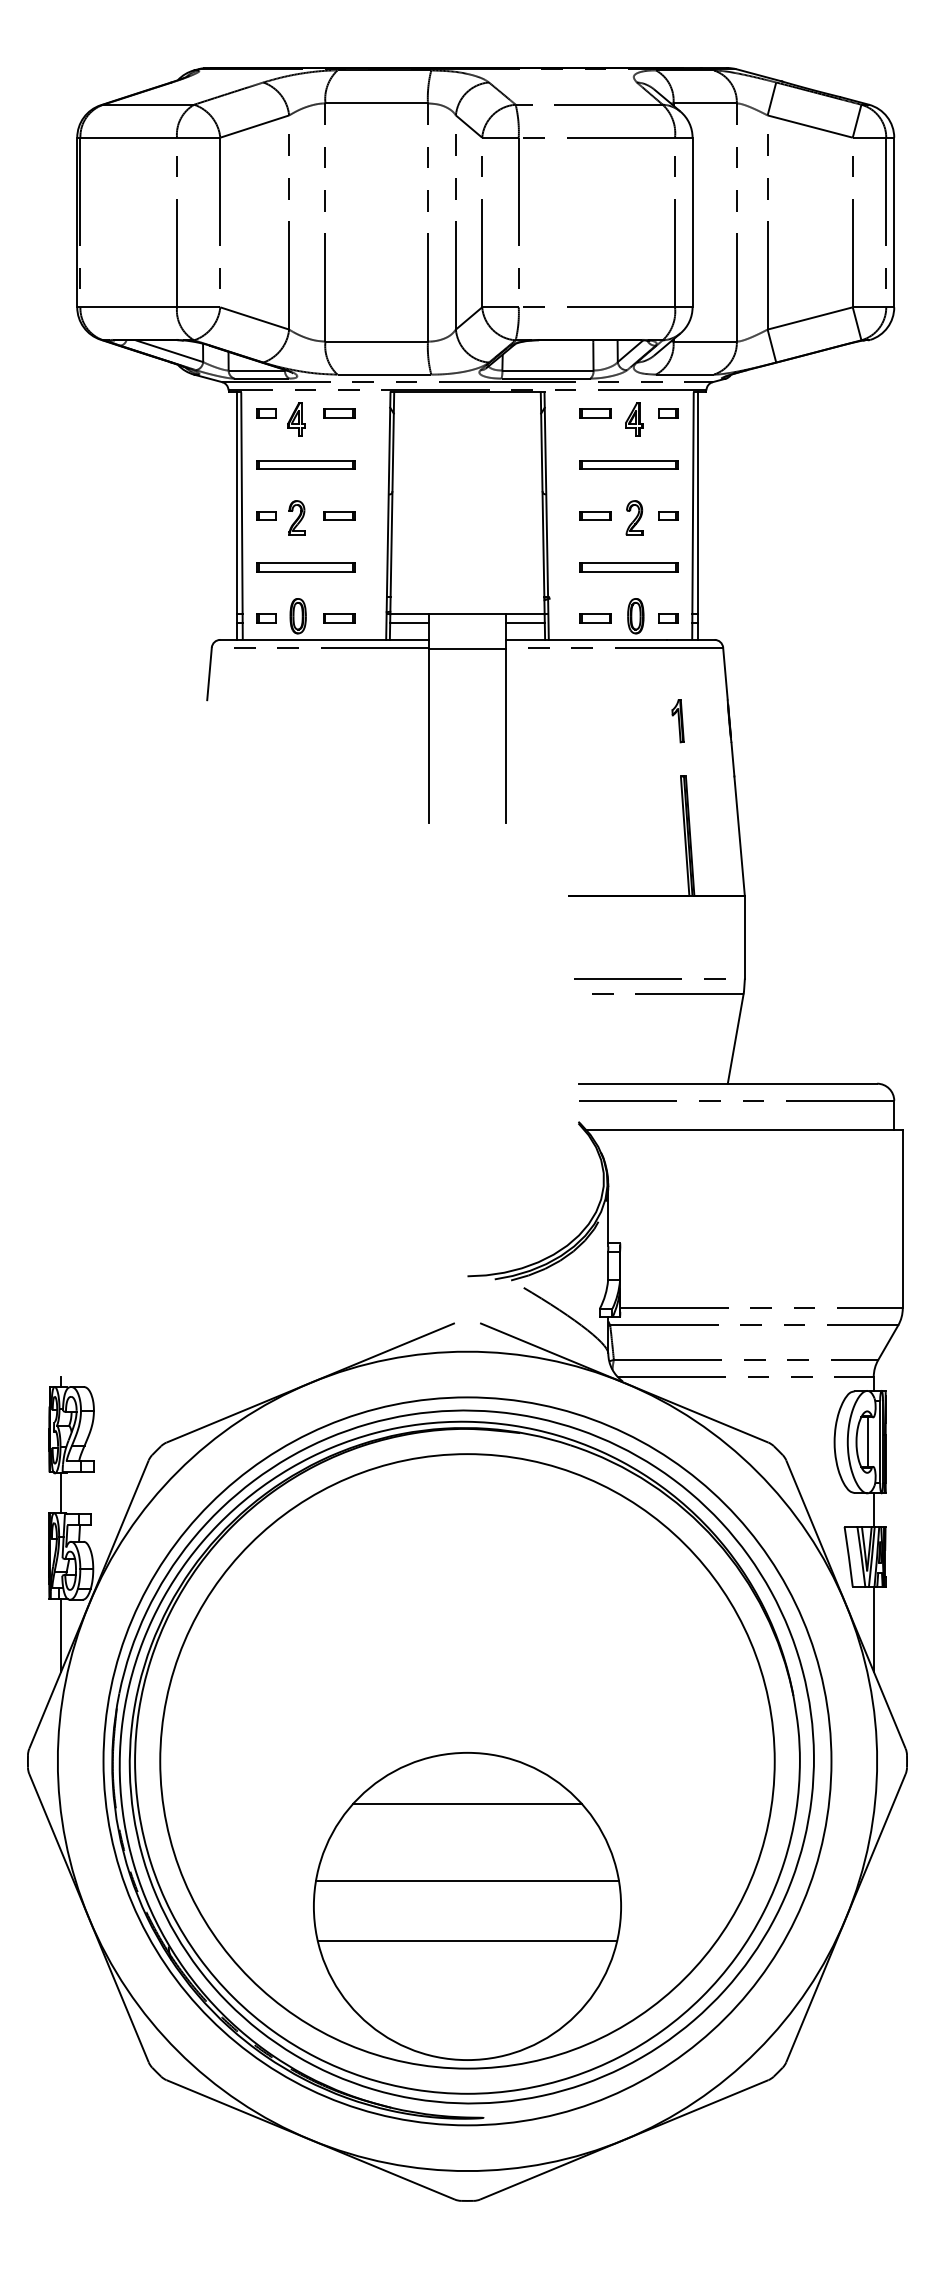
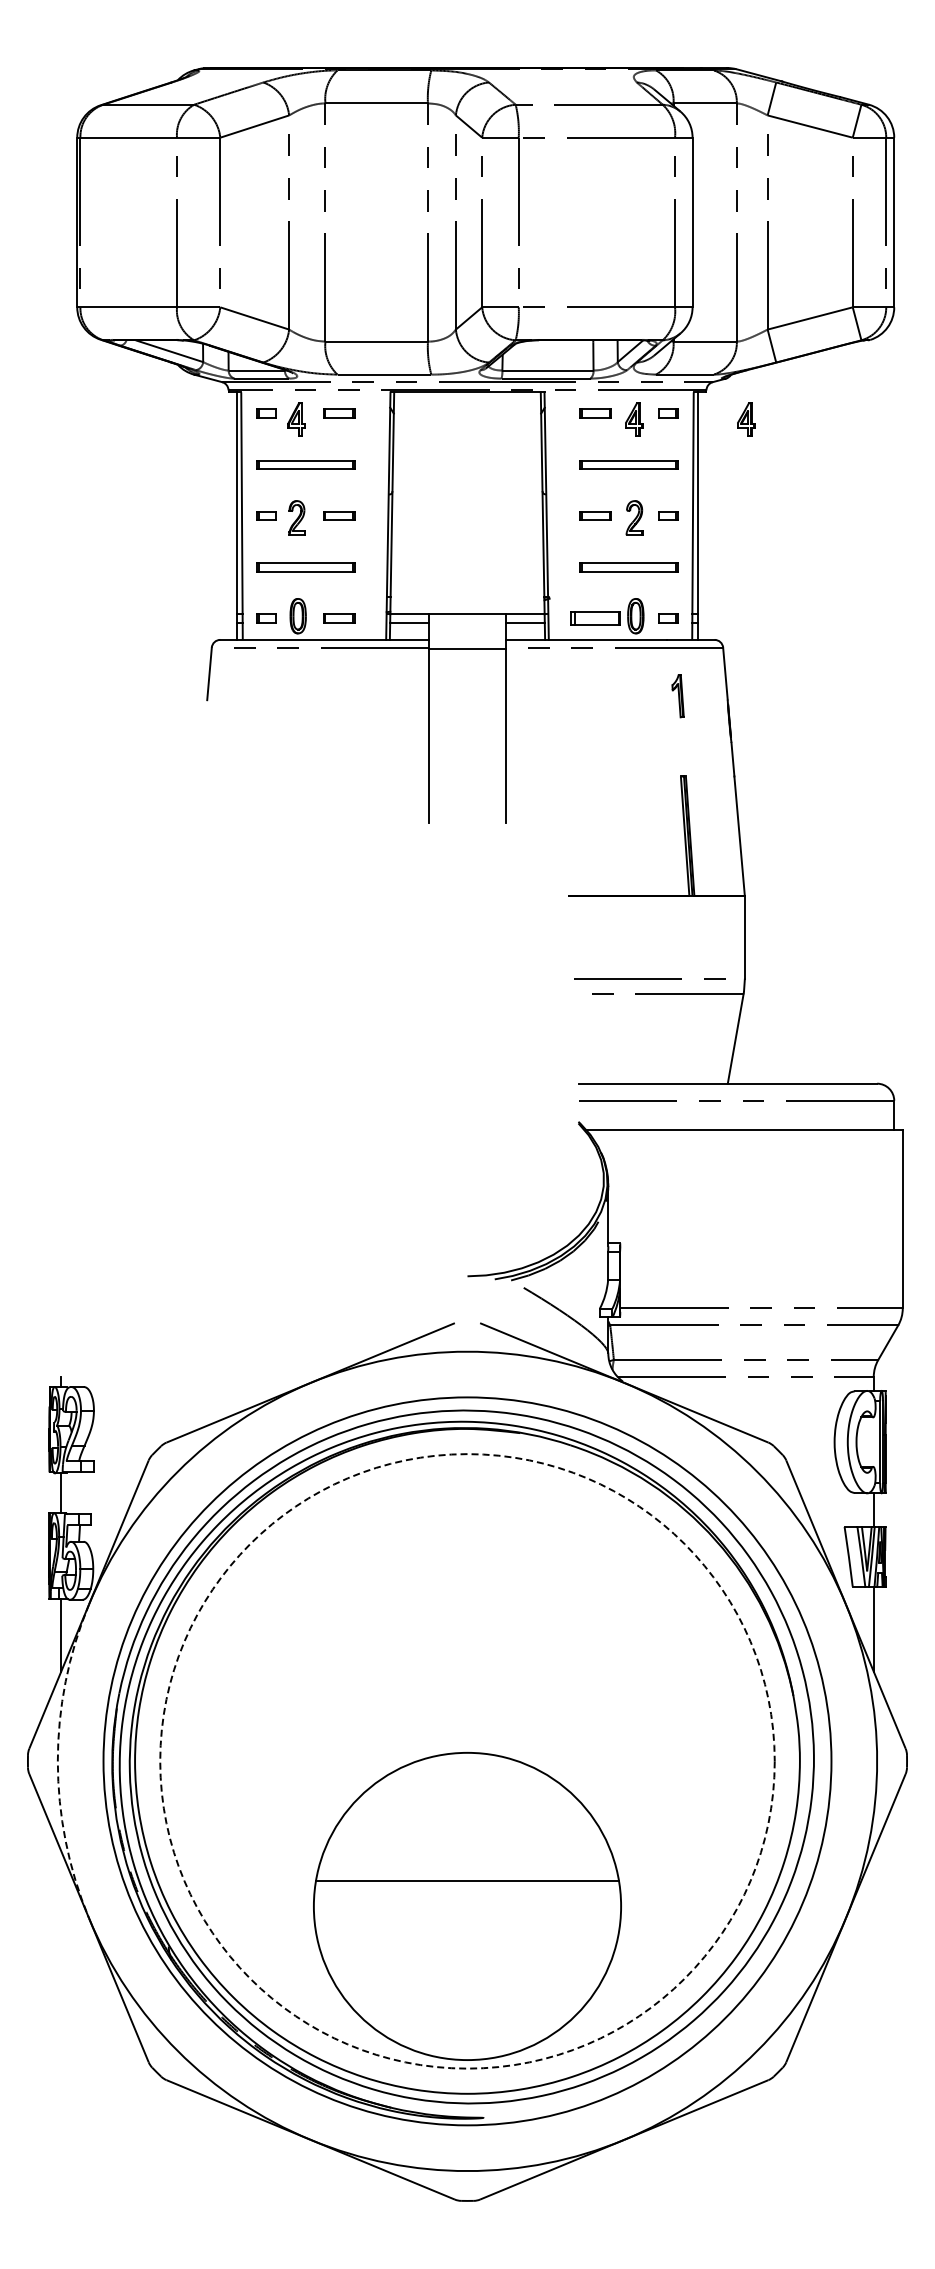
part at (746, 419): none -> present
part at (595, 618) size: 33x11 px -> 51x15 px
part at (677, 721) position: (677, 721) -> (677, 696)
line at (868, 1441): present -> none
arc at (57, 1761): solid -> dashed
circle at (467, 1761): solid -> dashed
line at (467, 1804): present -> none
line at (467, 1940): present -> none
